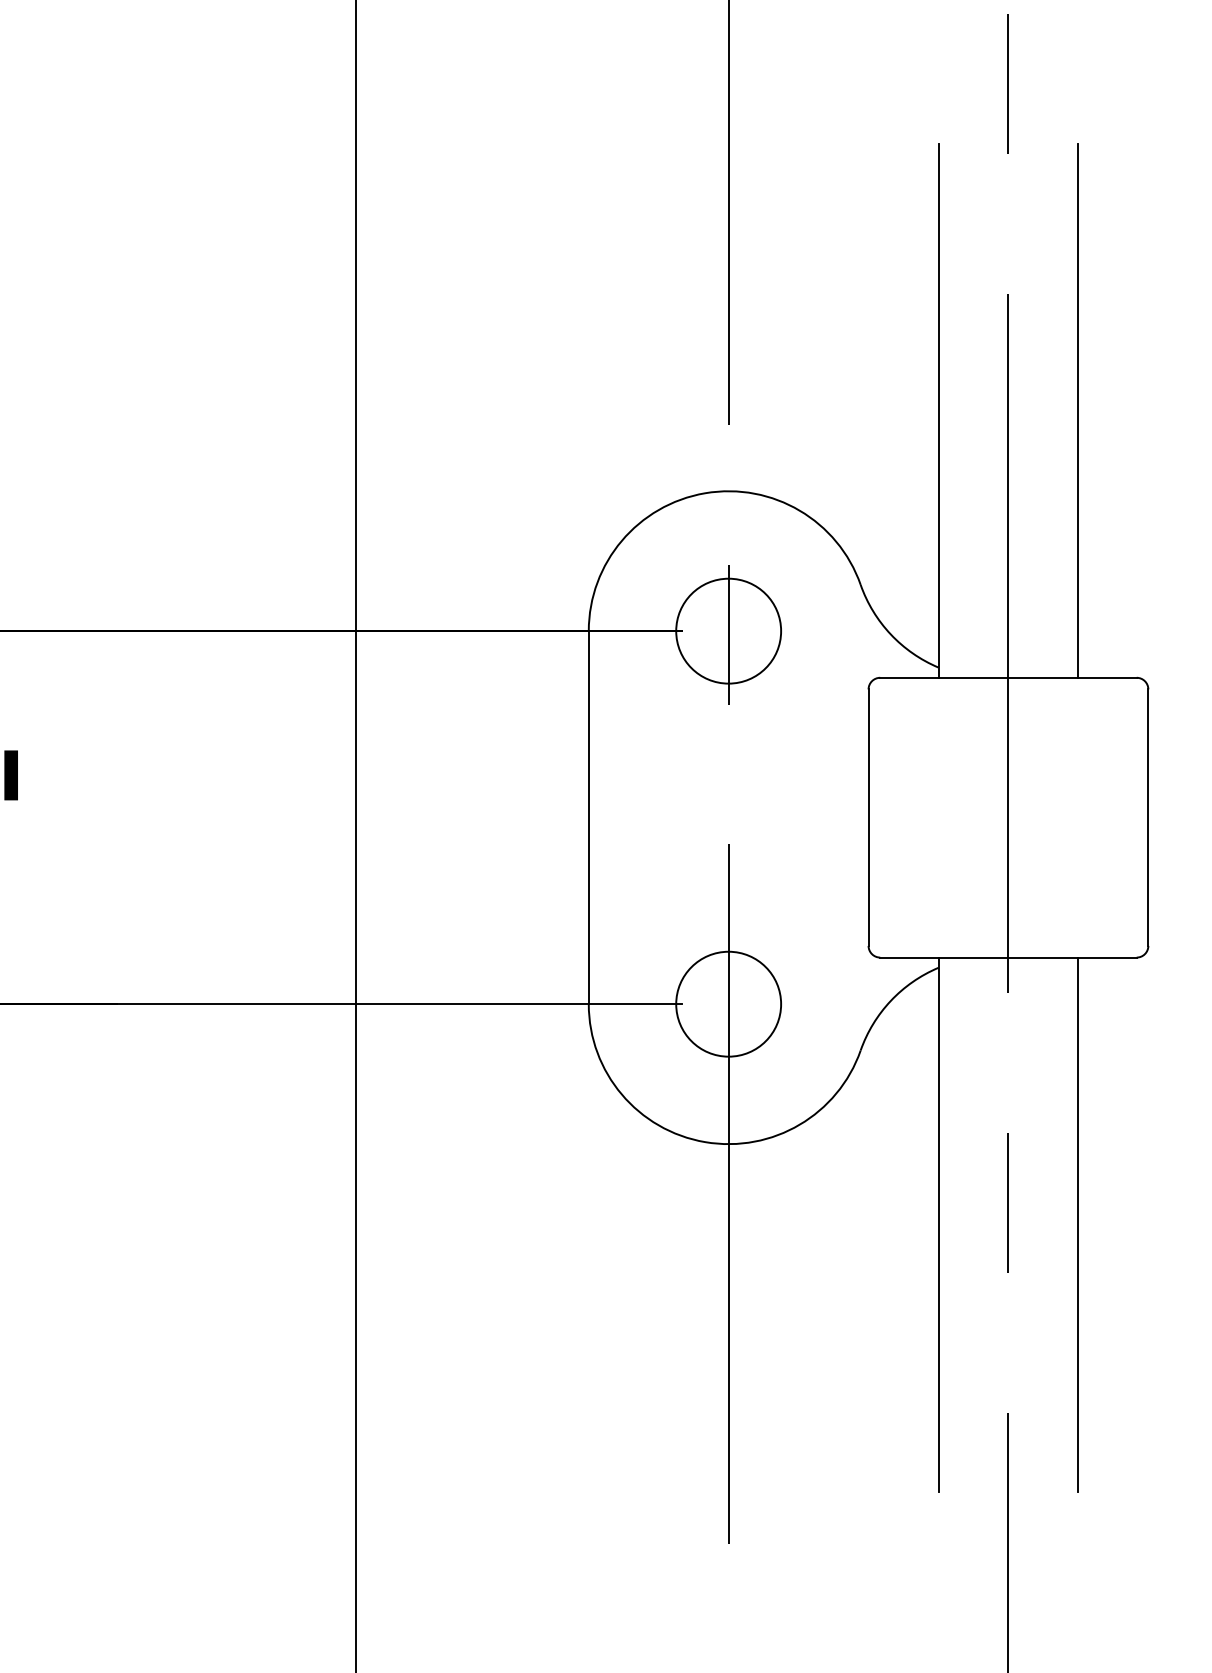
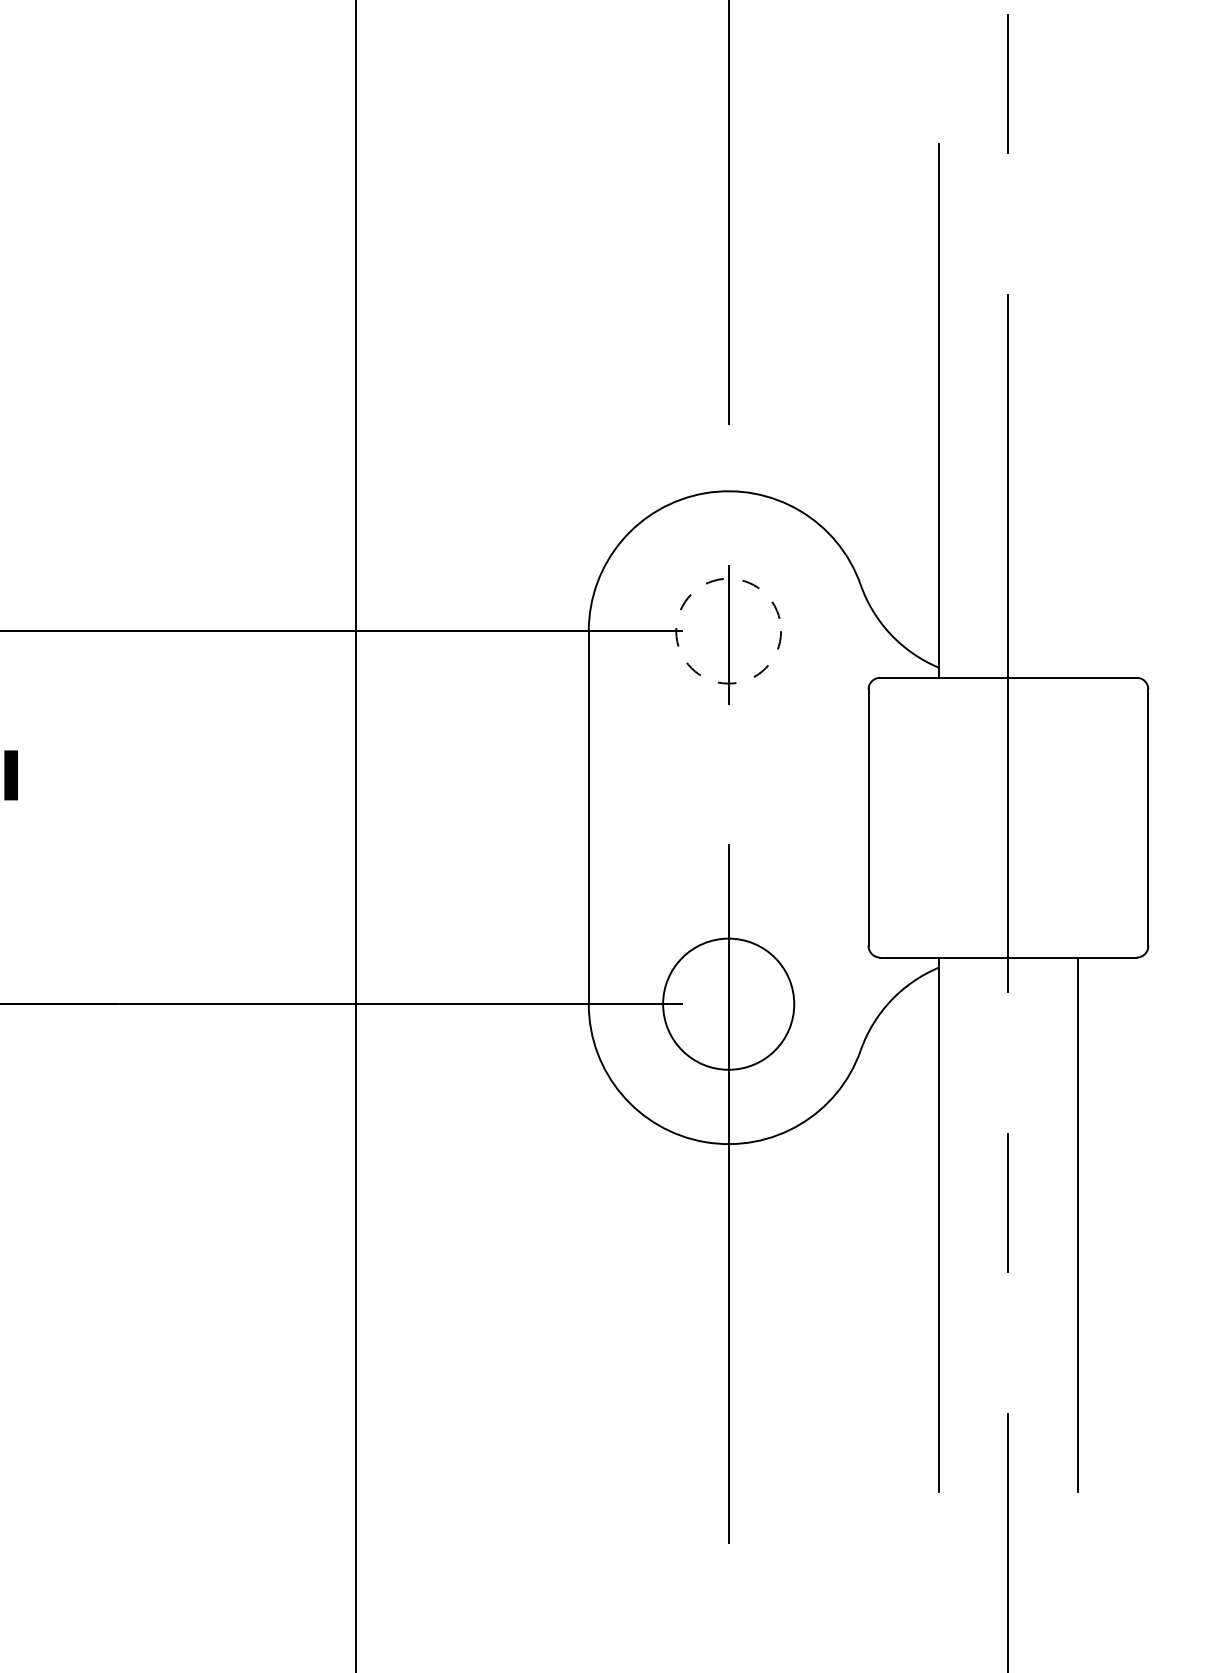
line at (1078, 410): present -> none
circle at (728, 630): solid -> dashed
circle at (728, 1003) diameter: 105 px -> 131 px
